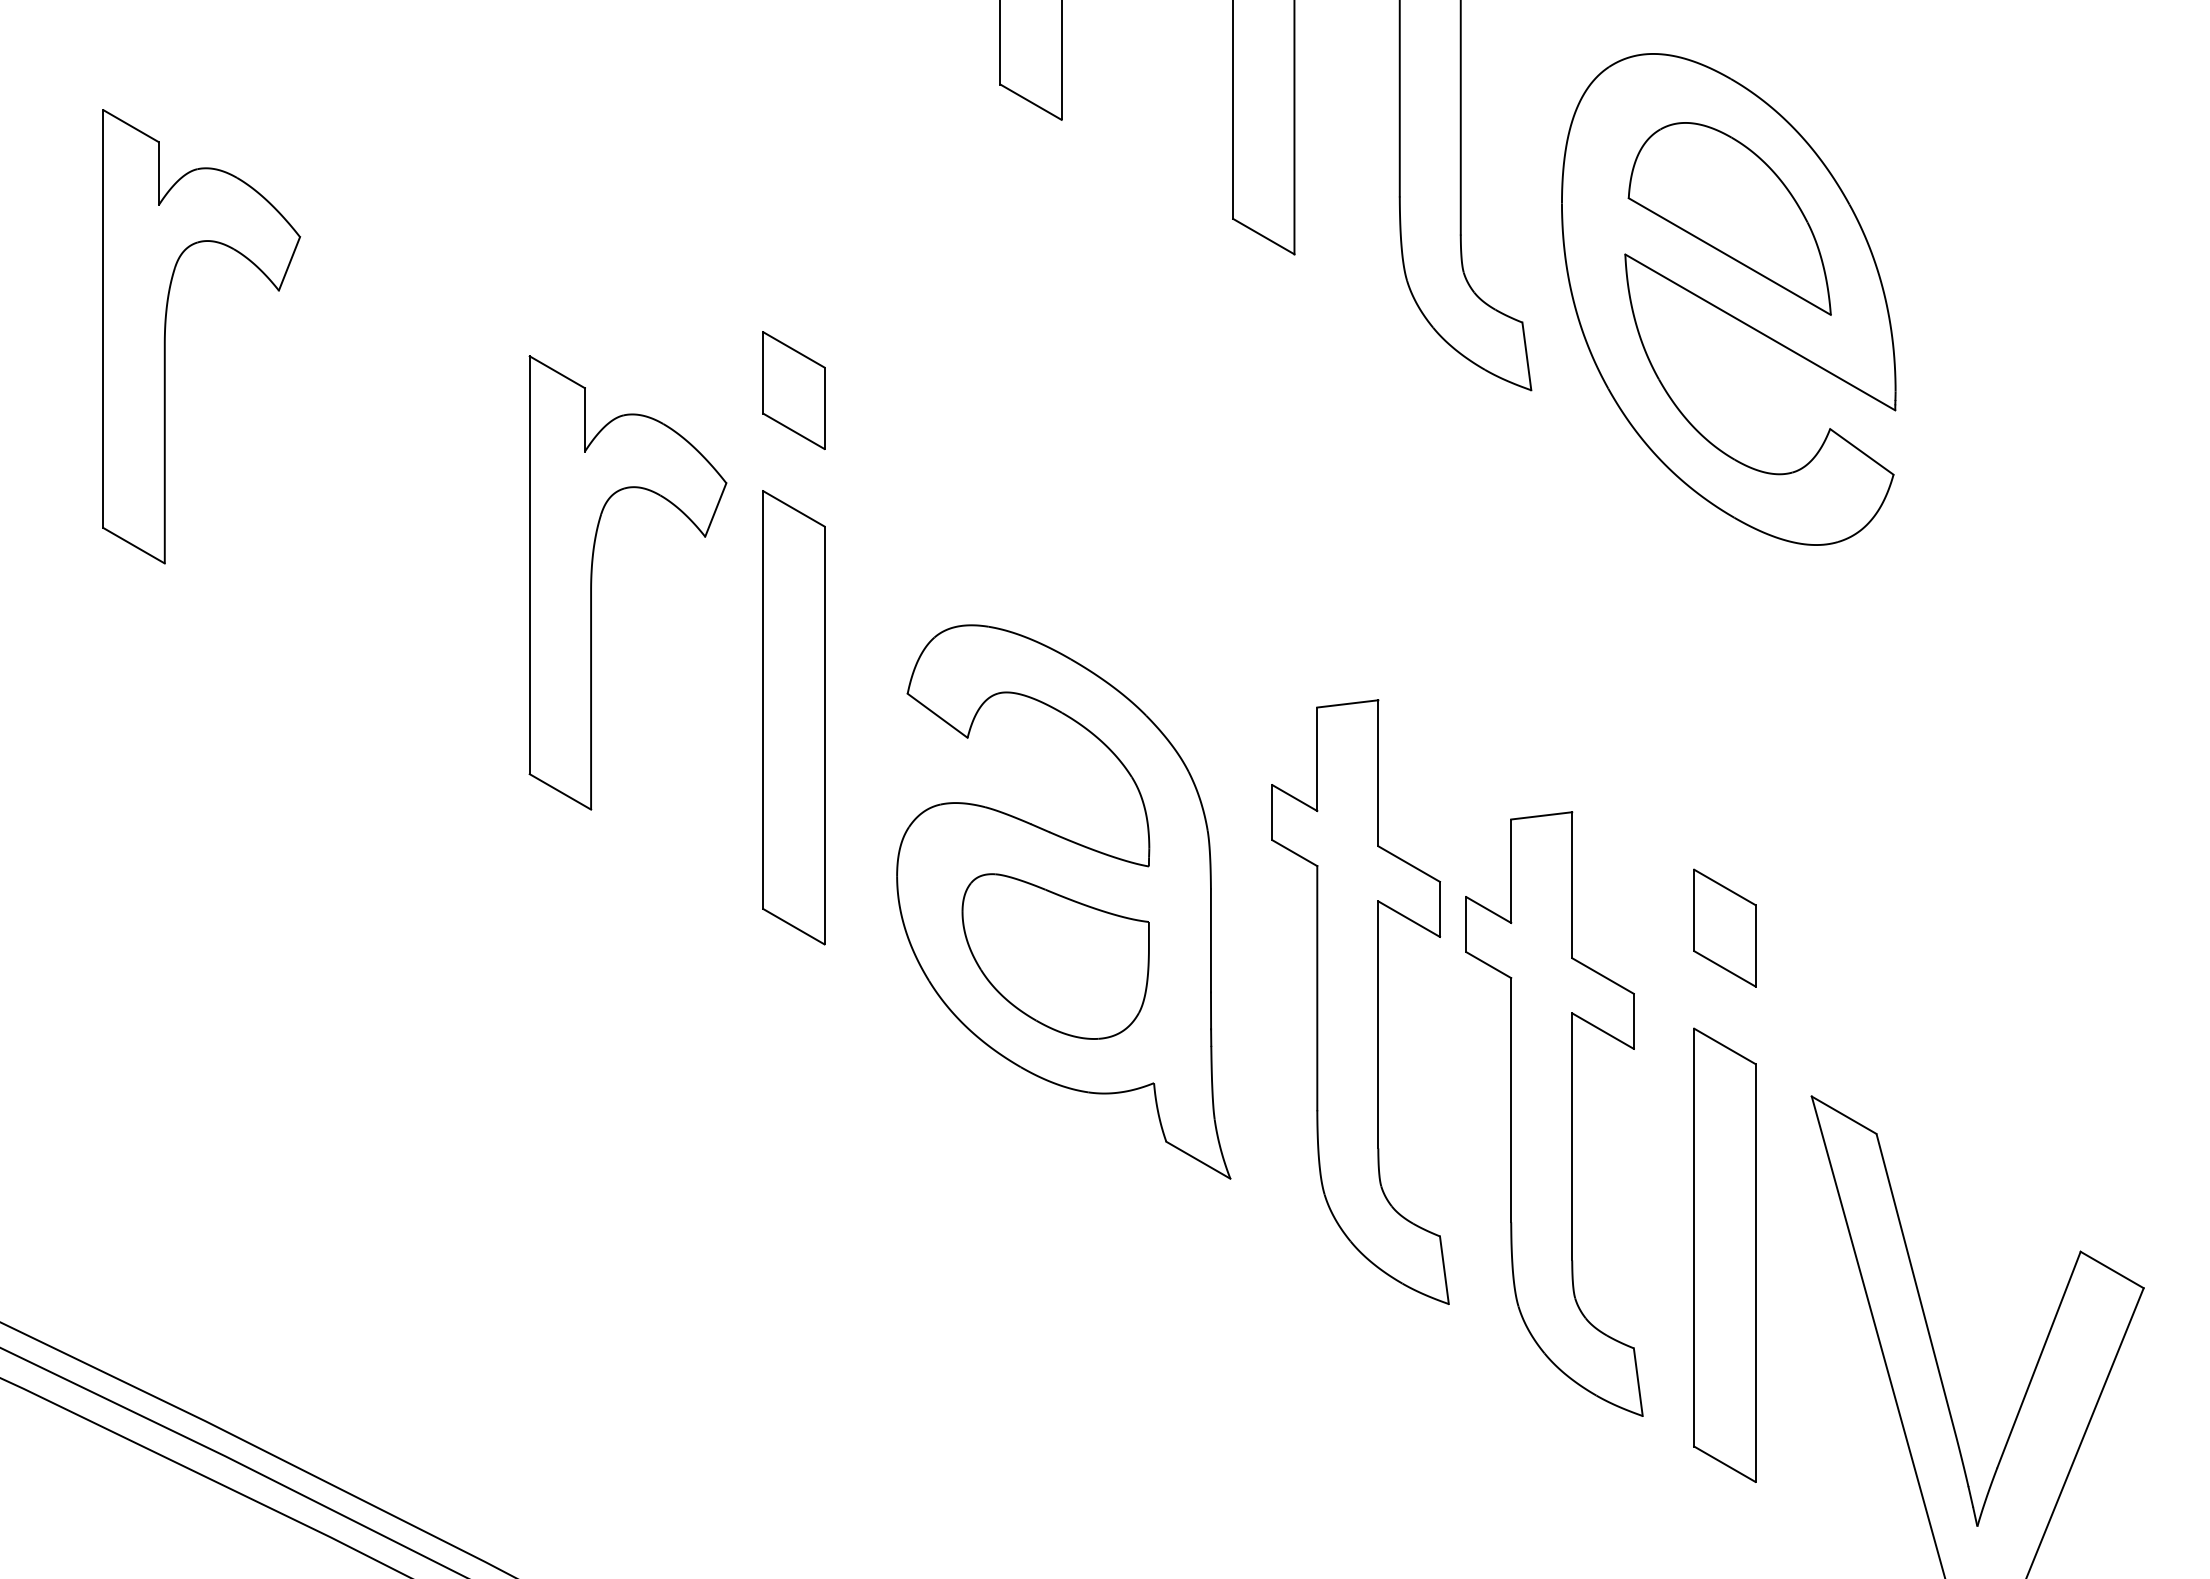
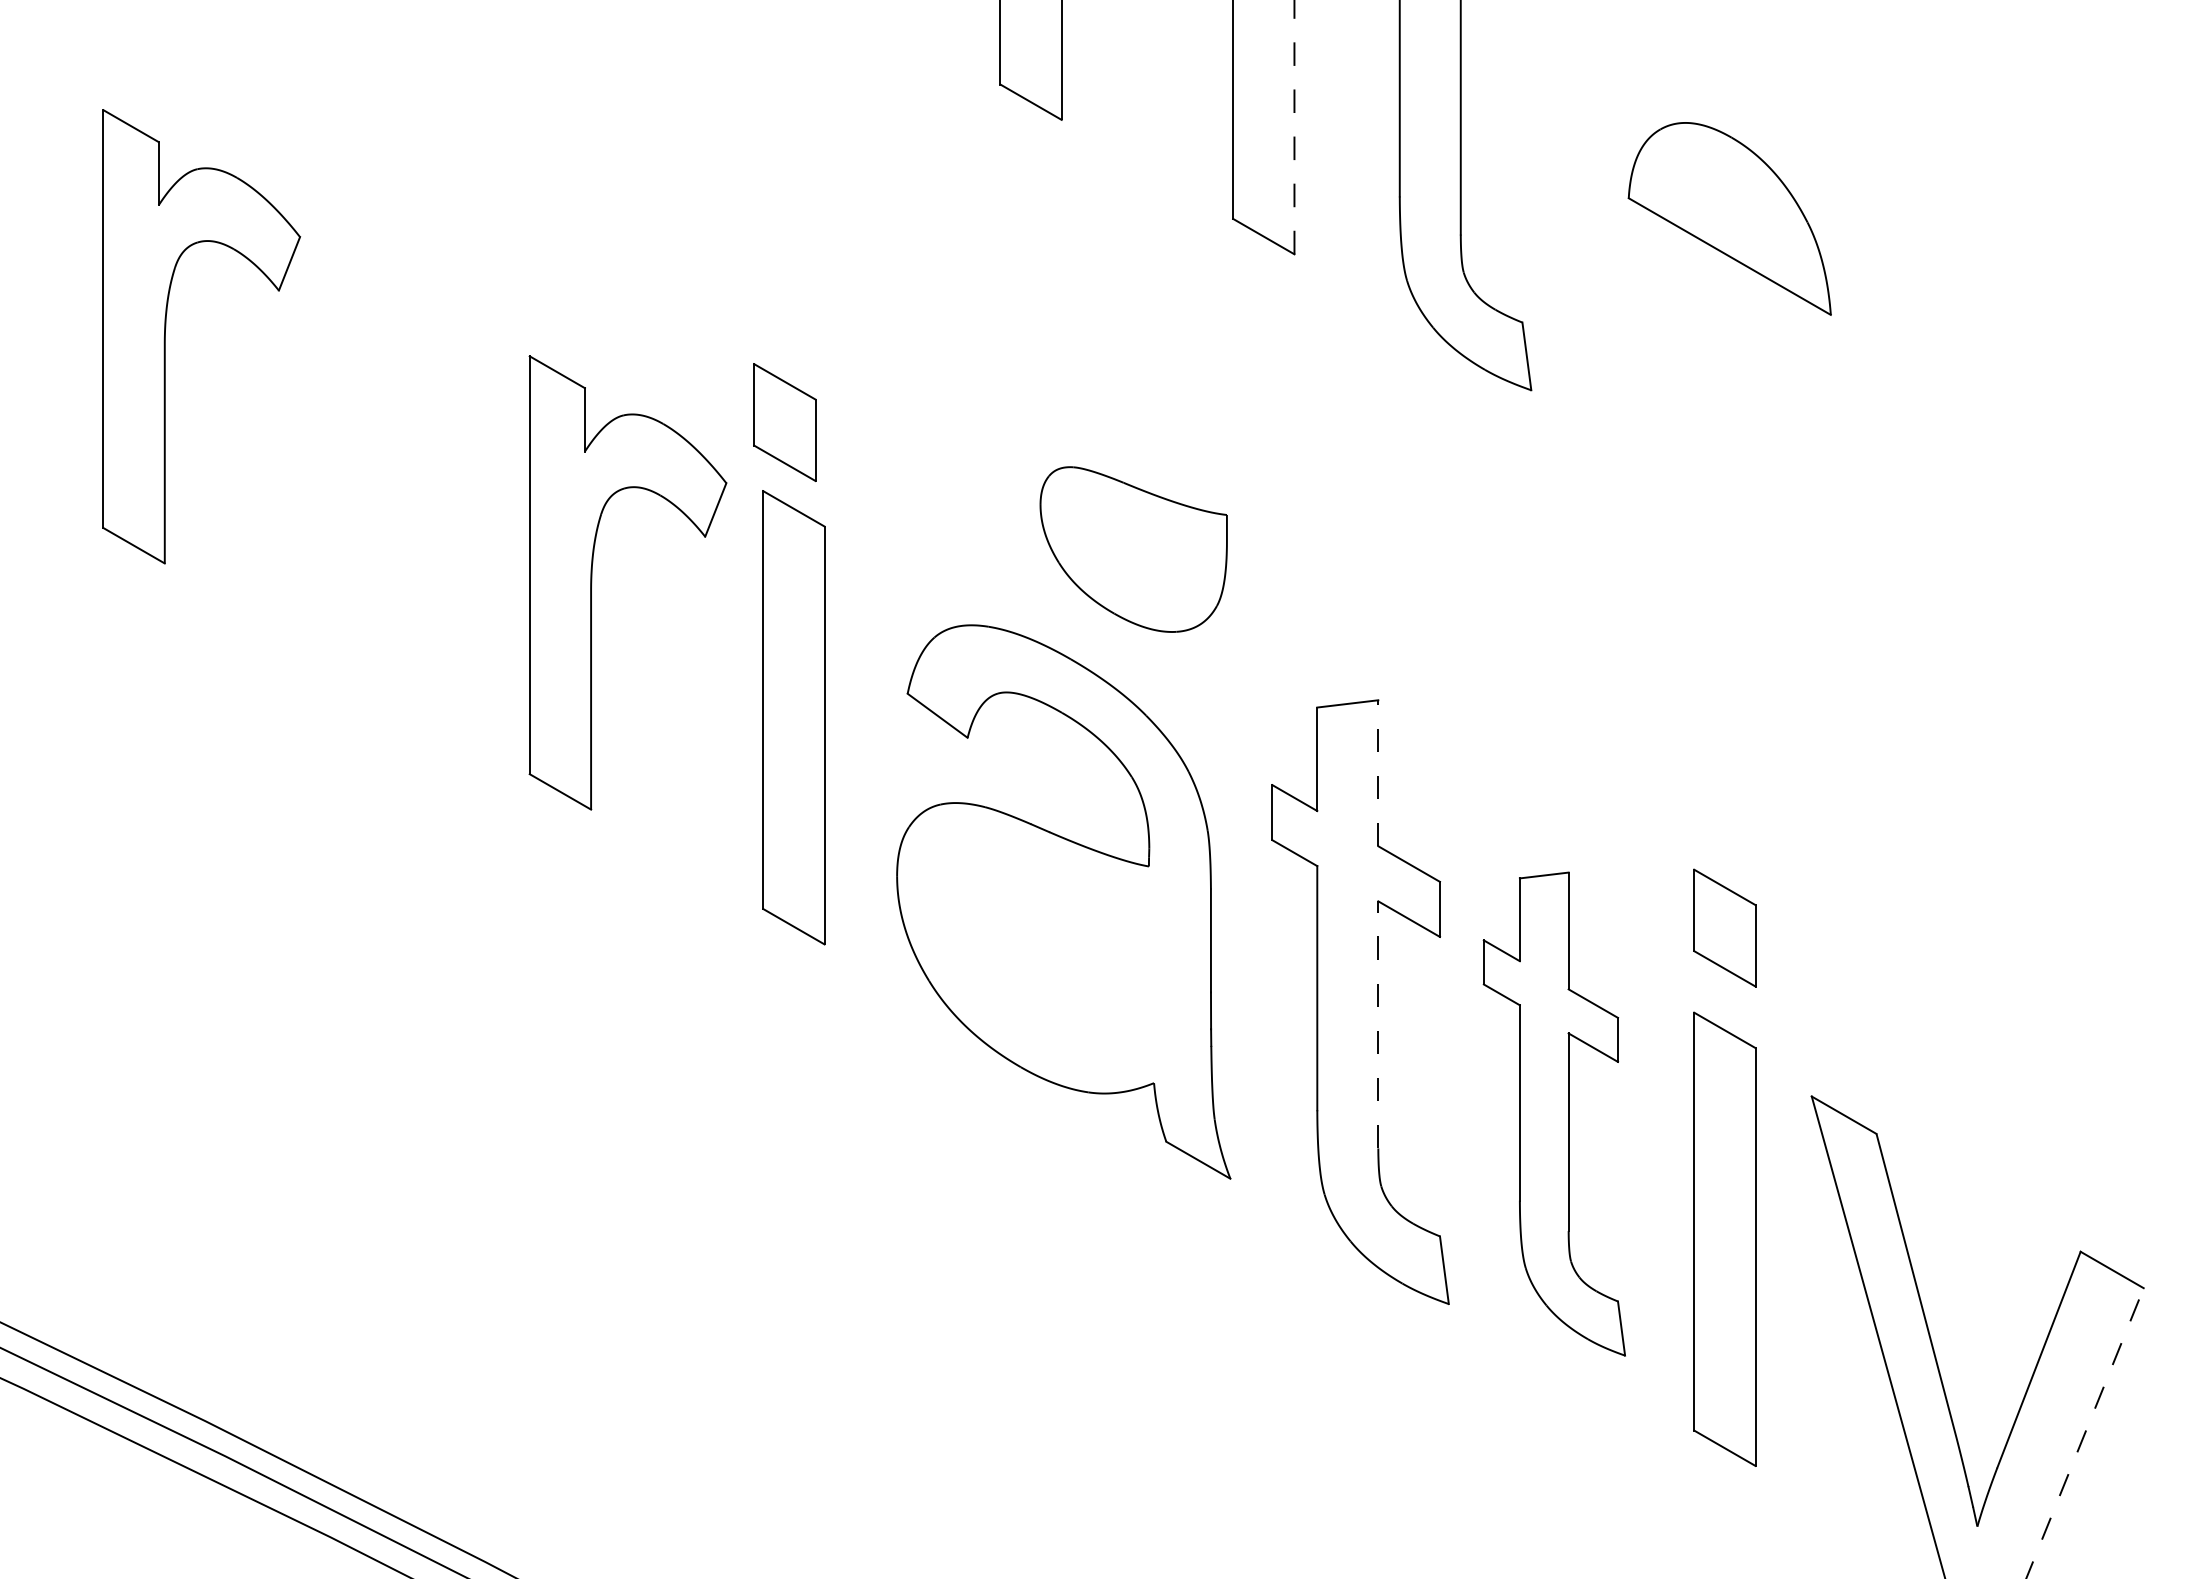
line at (1294, 126): solid -> dashed
part at (1728, 299): present -> none
part at (793, 390) position: (793, 390) -> (784, 422)
line at (1378, 773): solid -> dashed
part at (1055, 956) position: (1055, 956) -> (1133, 549)
line at (1378, 1024): solid -> dashed
part at (1554, 1113) size: 179x606 px -> 144x486 px
part at (1724, 1254) position: (1724, 1254) -> (1724, 1238)
line at (2084, 1433): solid -> dashed
